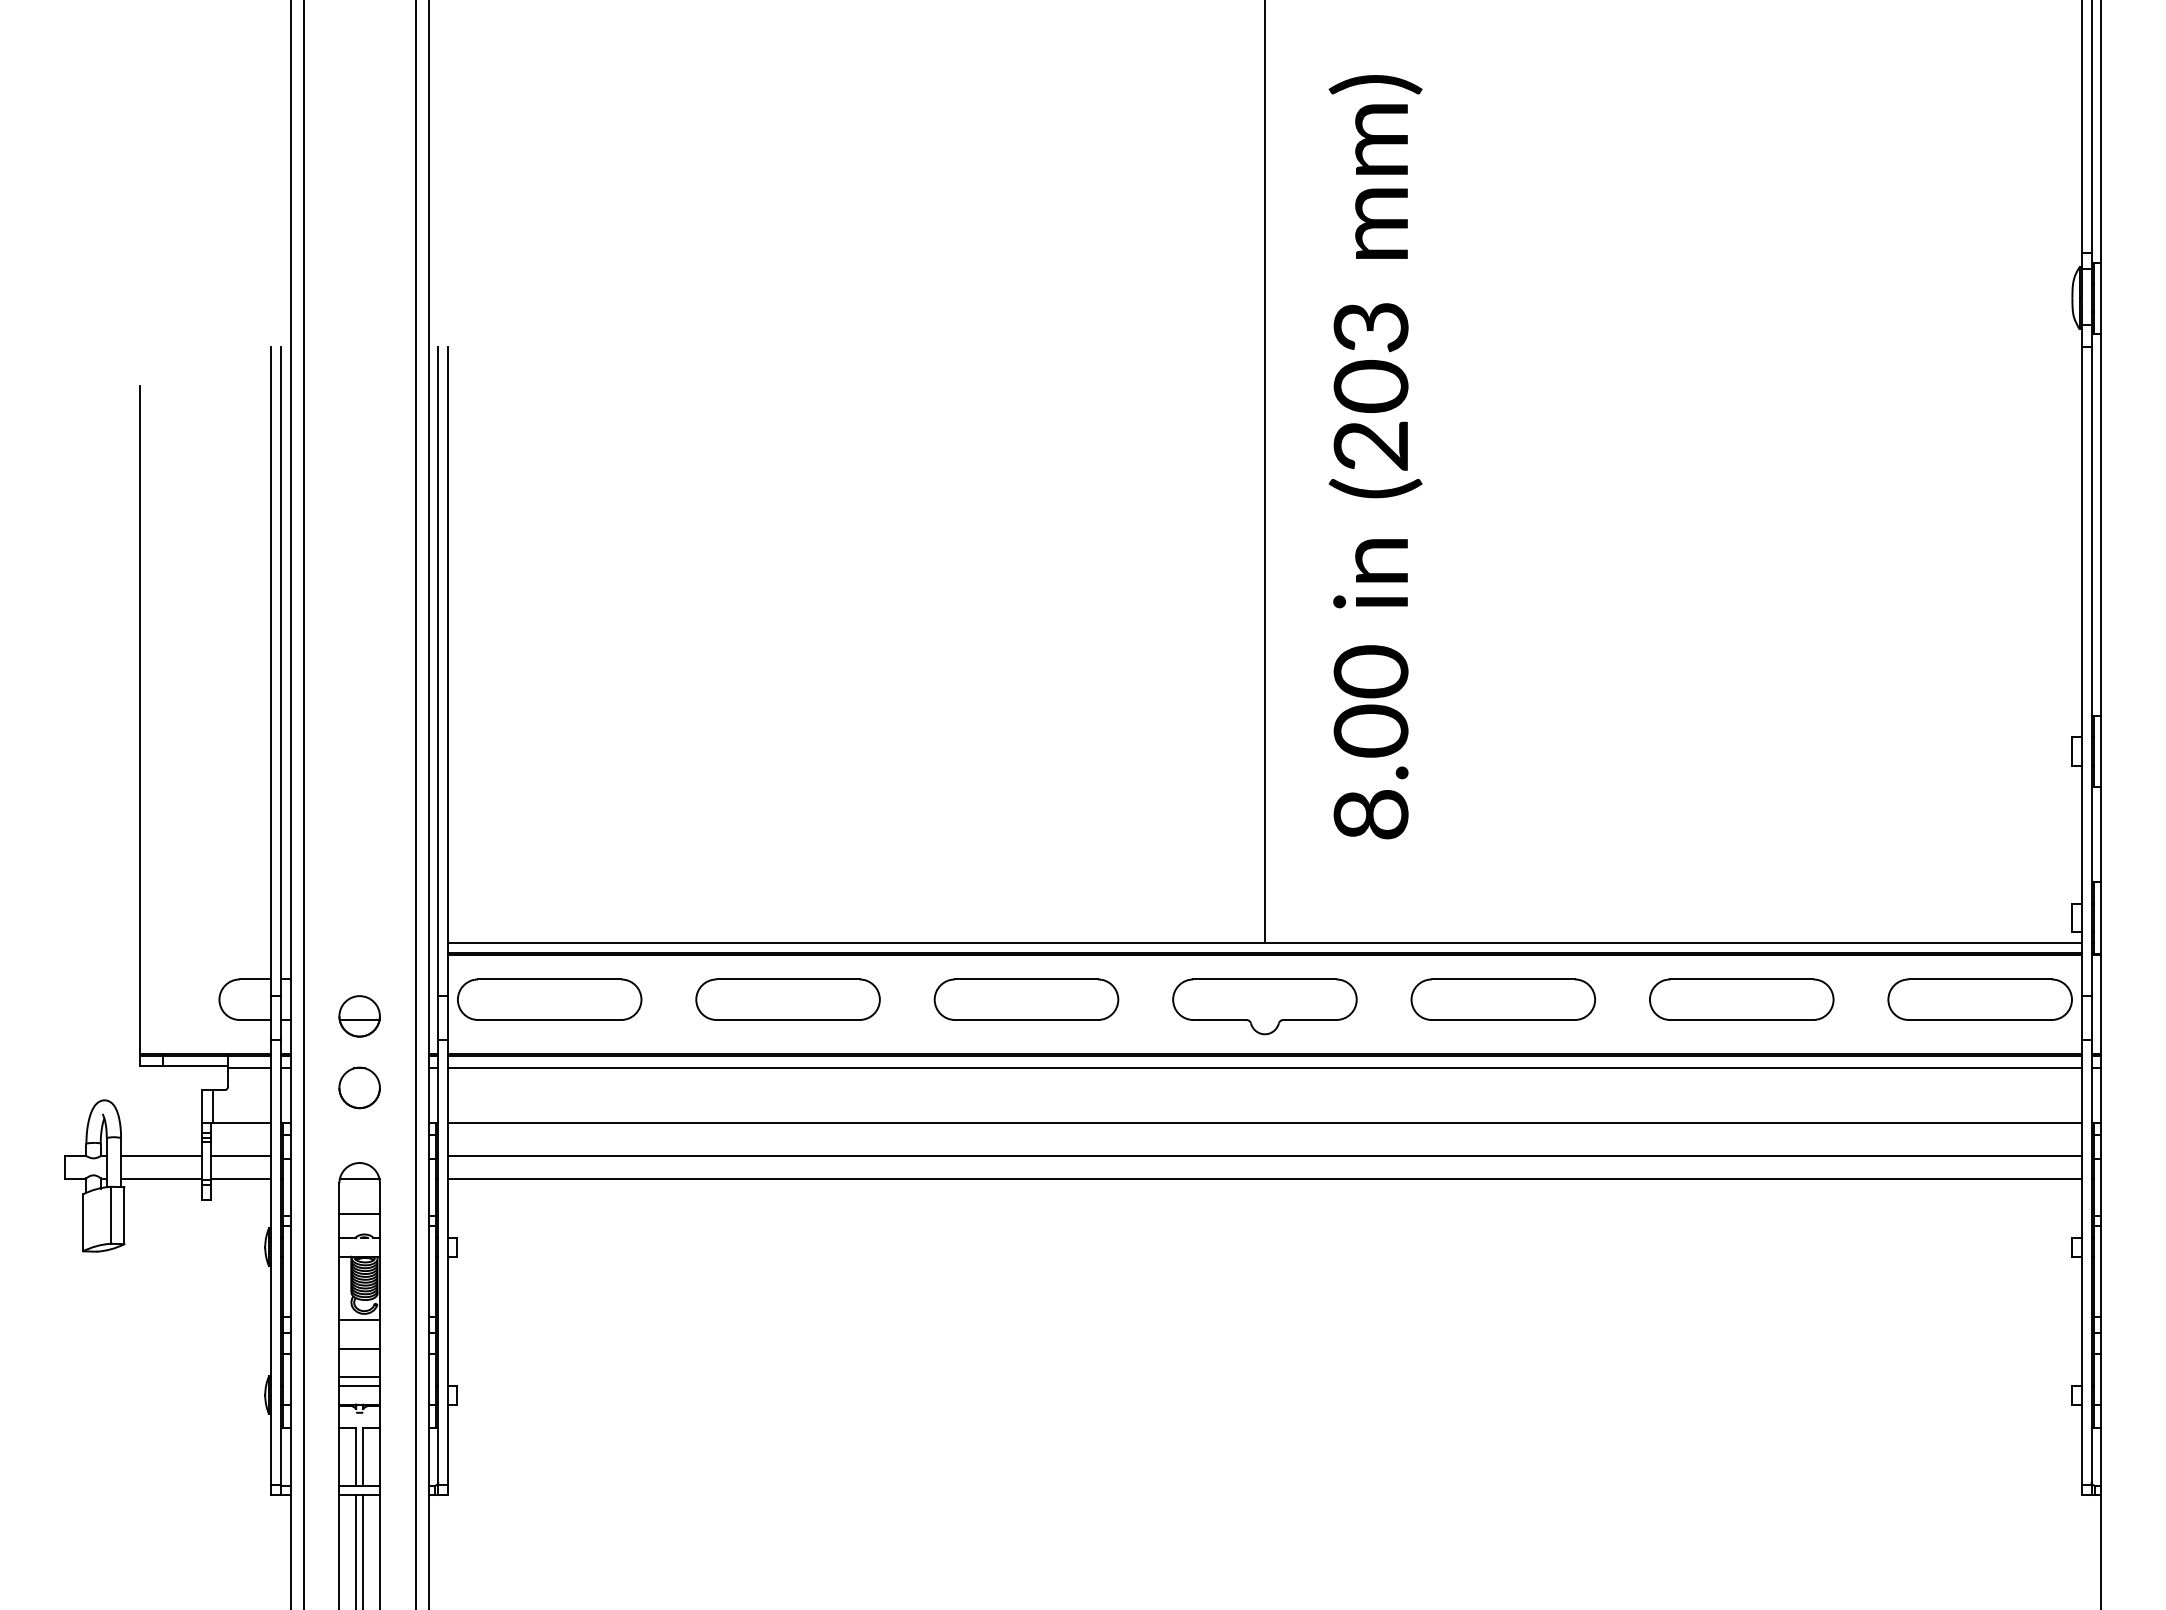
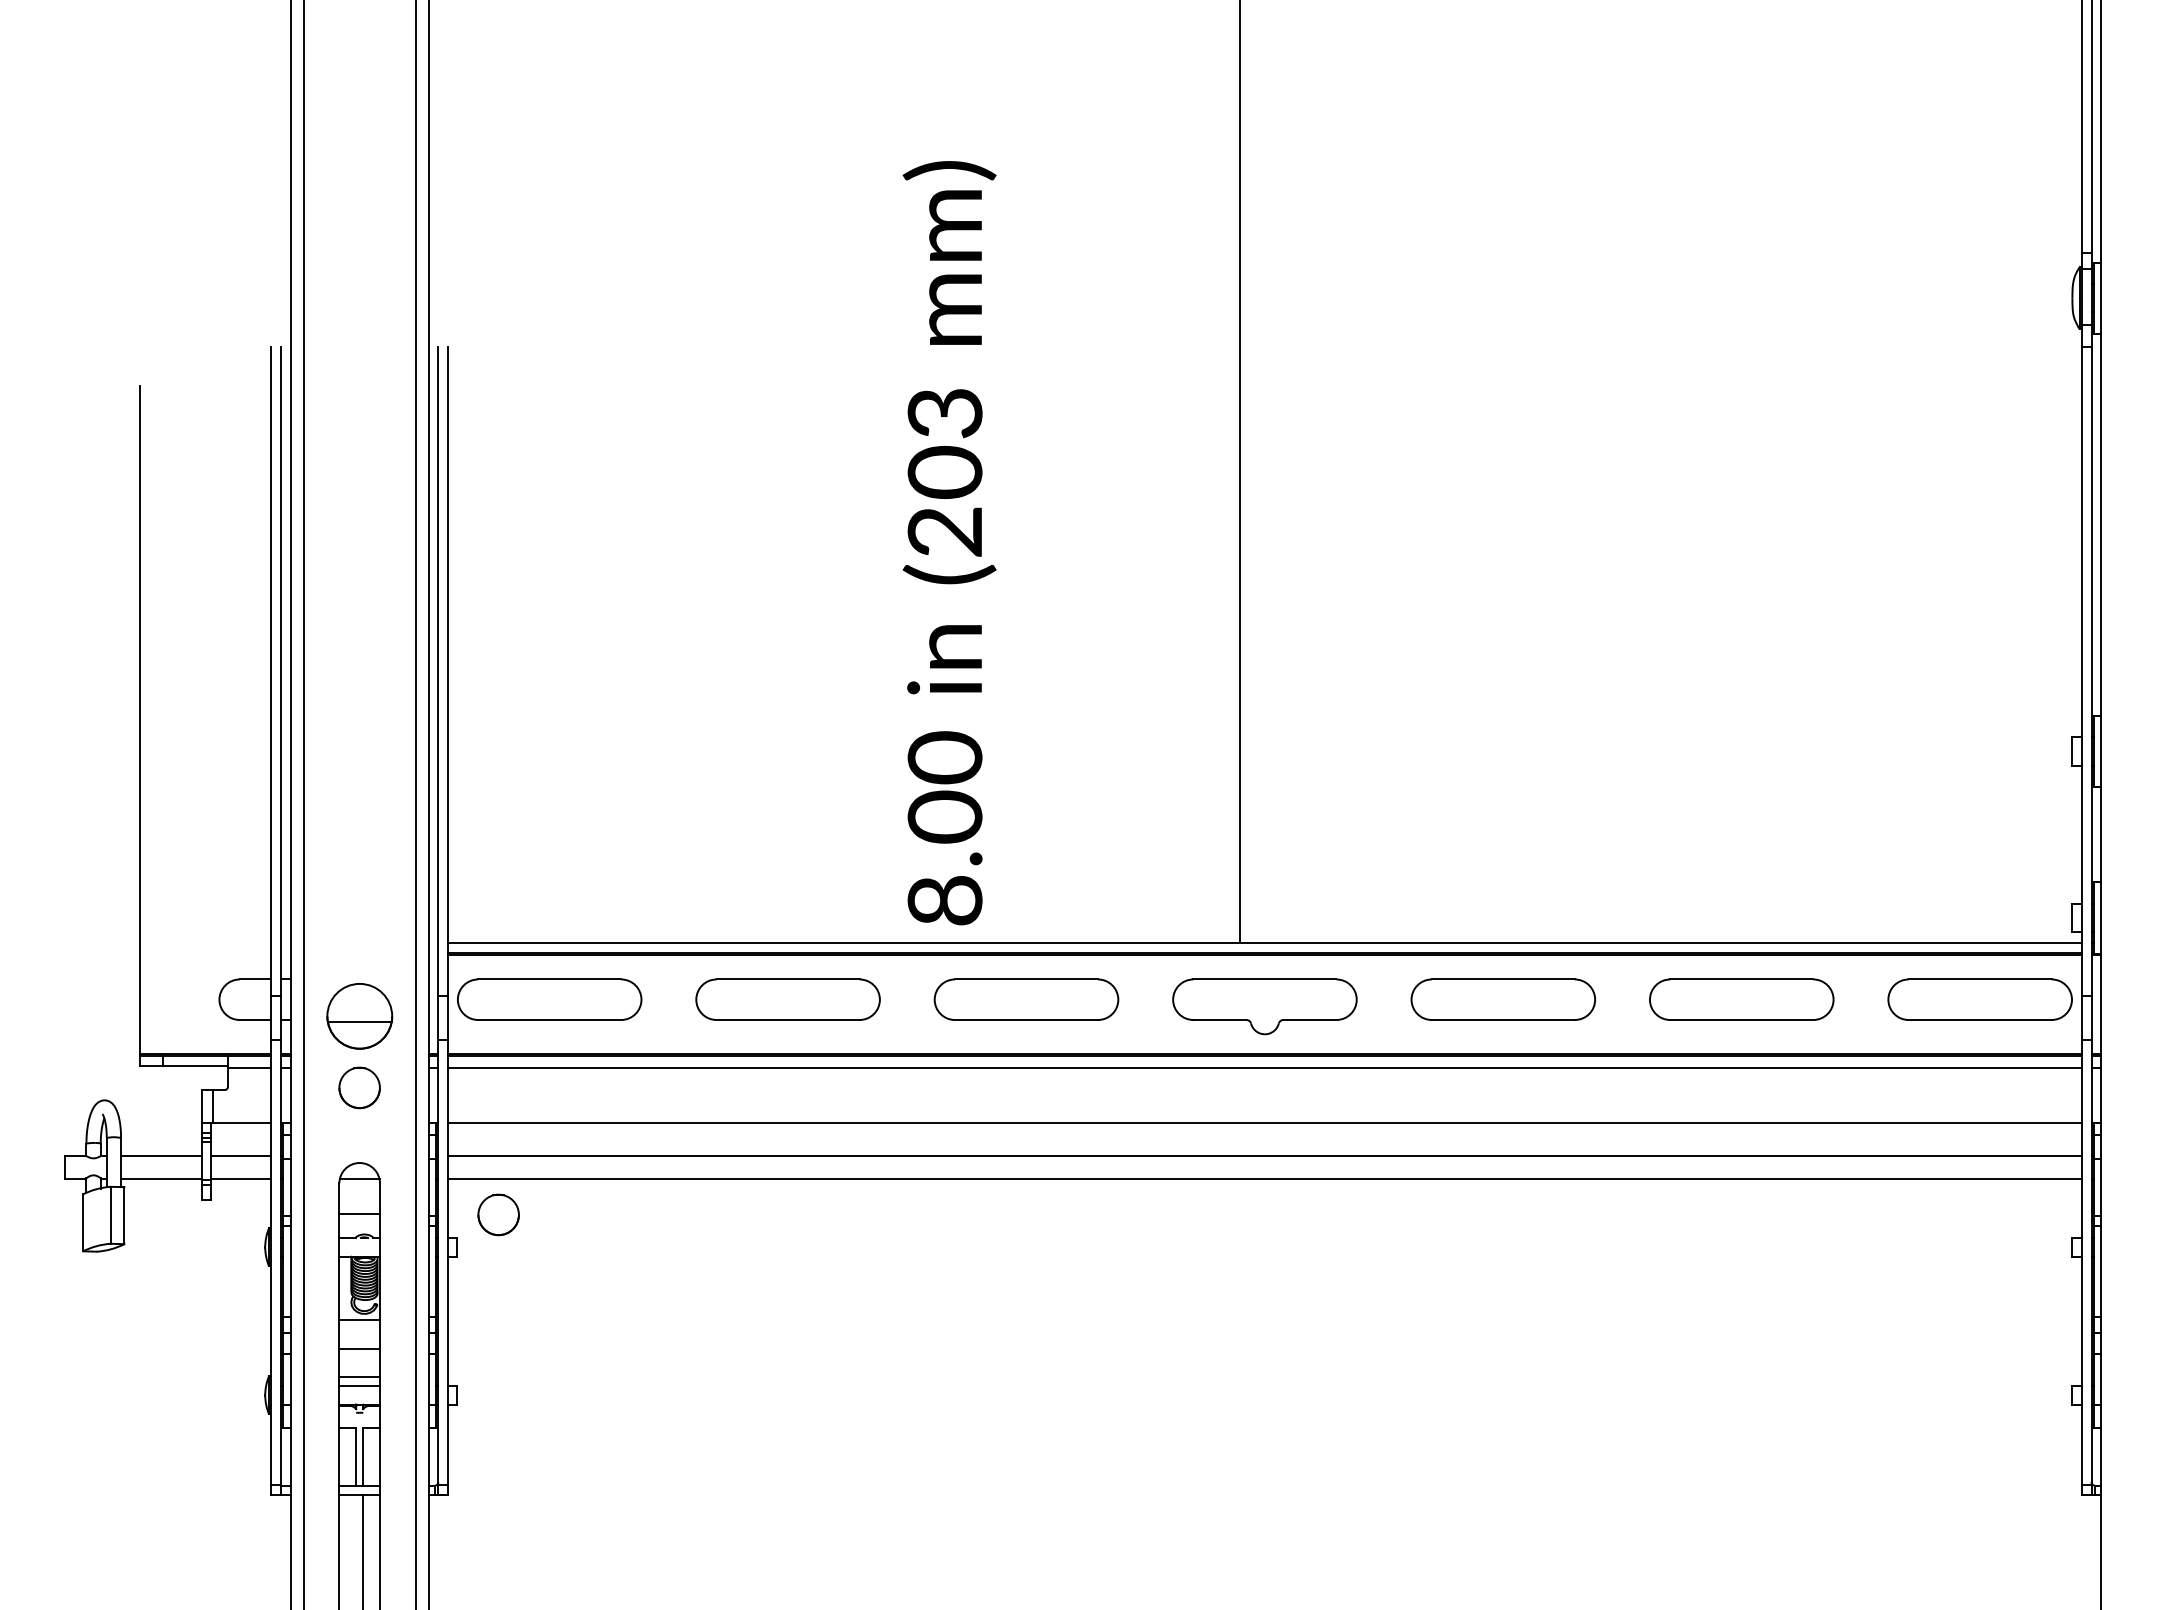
text at (1375, 457) position: (1375, 457) -> (949, 543)
line at (1265, 471) position: (1265, 471) -> (1240, 471)
part at (359, 1016) size: 43x43 px -> 68x67 px
part at (498, 1214): none -> present
line at (356, 1550): present -> none
